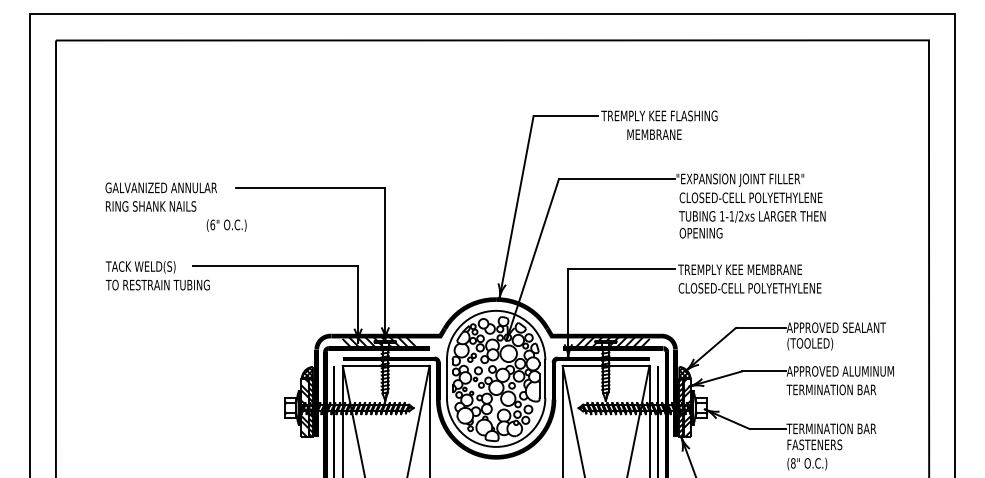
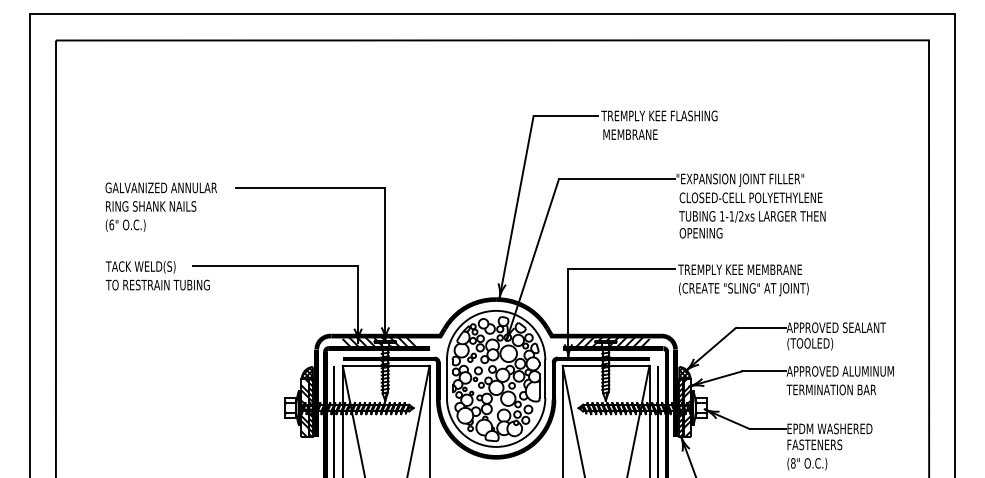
text at (654, 134) position: (654, 134) -> (630, 134)
text at (226, 225) position: (226, 225) -> (125, 225)
text at (749, 289): CLOSED-CELL POLYETHYLENE -> (CREATE "SLING" AT JOINT)
text at (831, 428): TERMINATION BAR -> EPDM WASHERED
